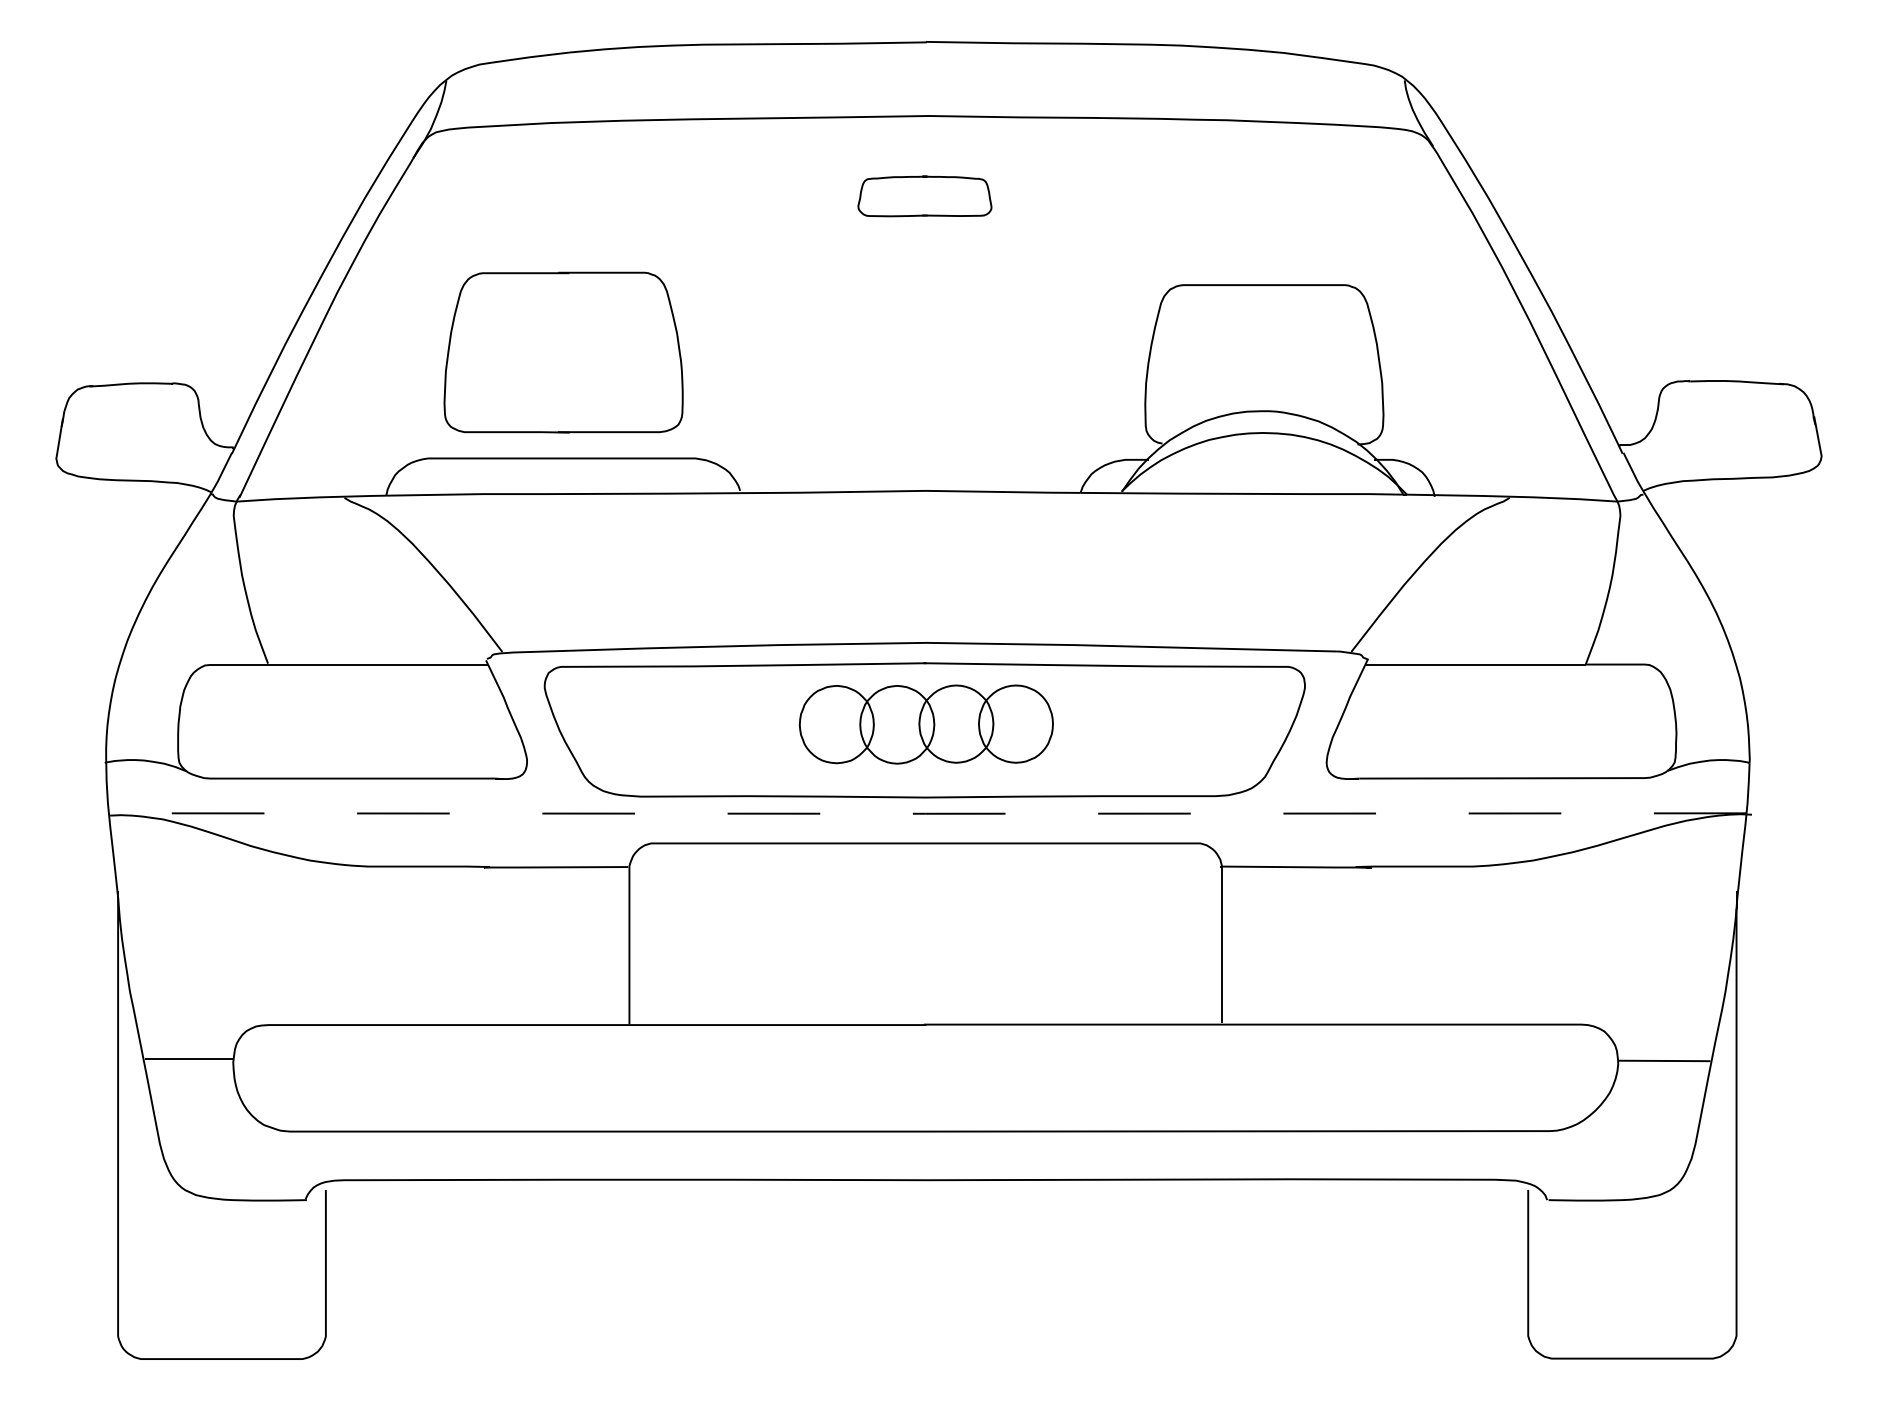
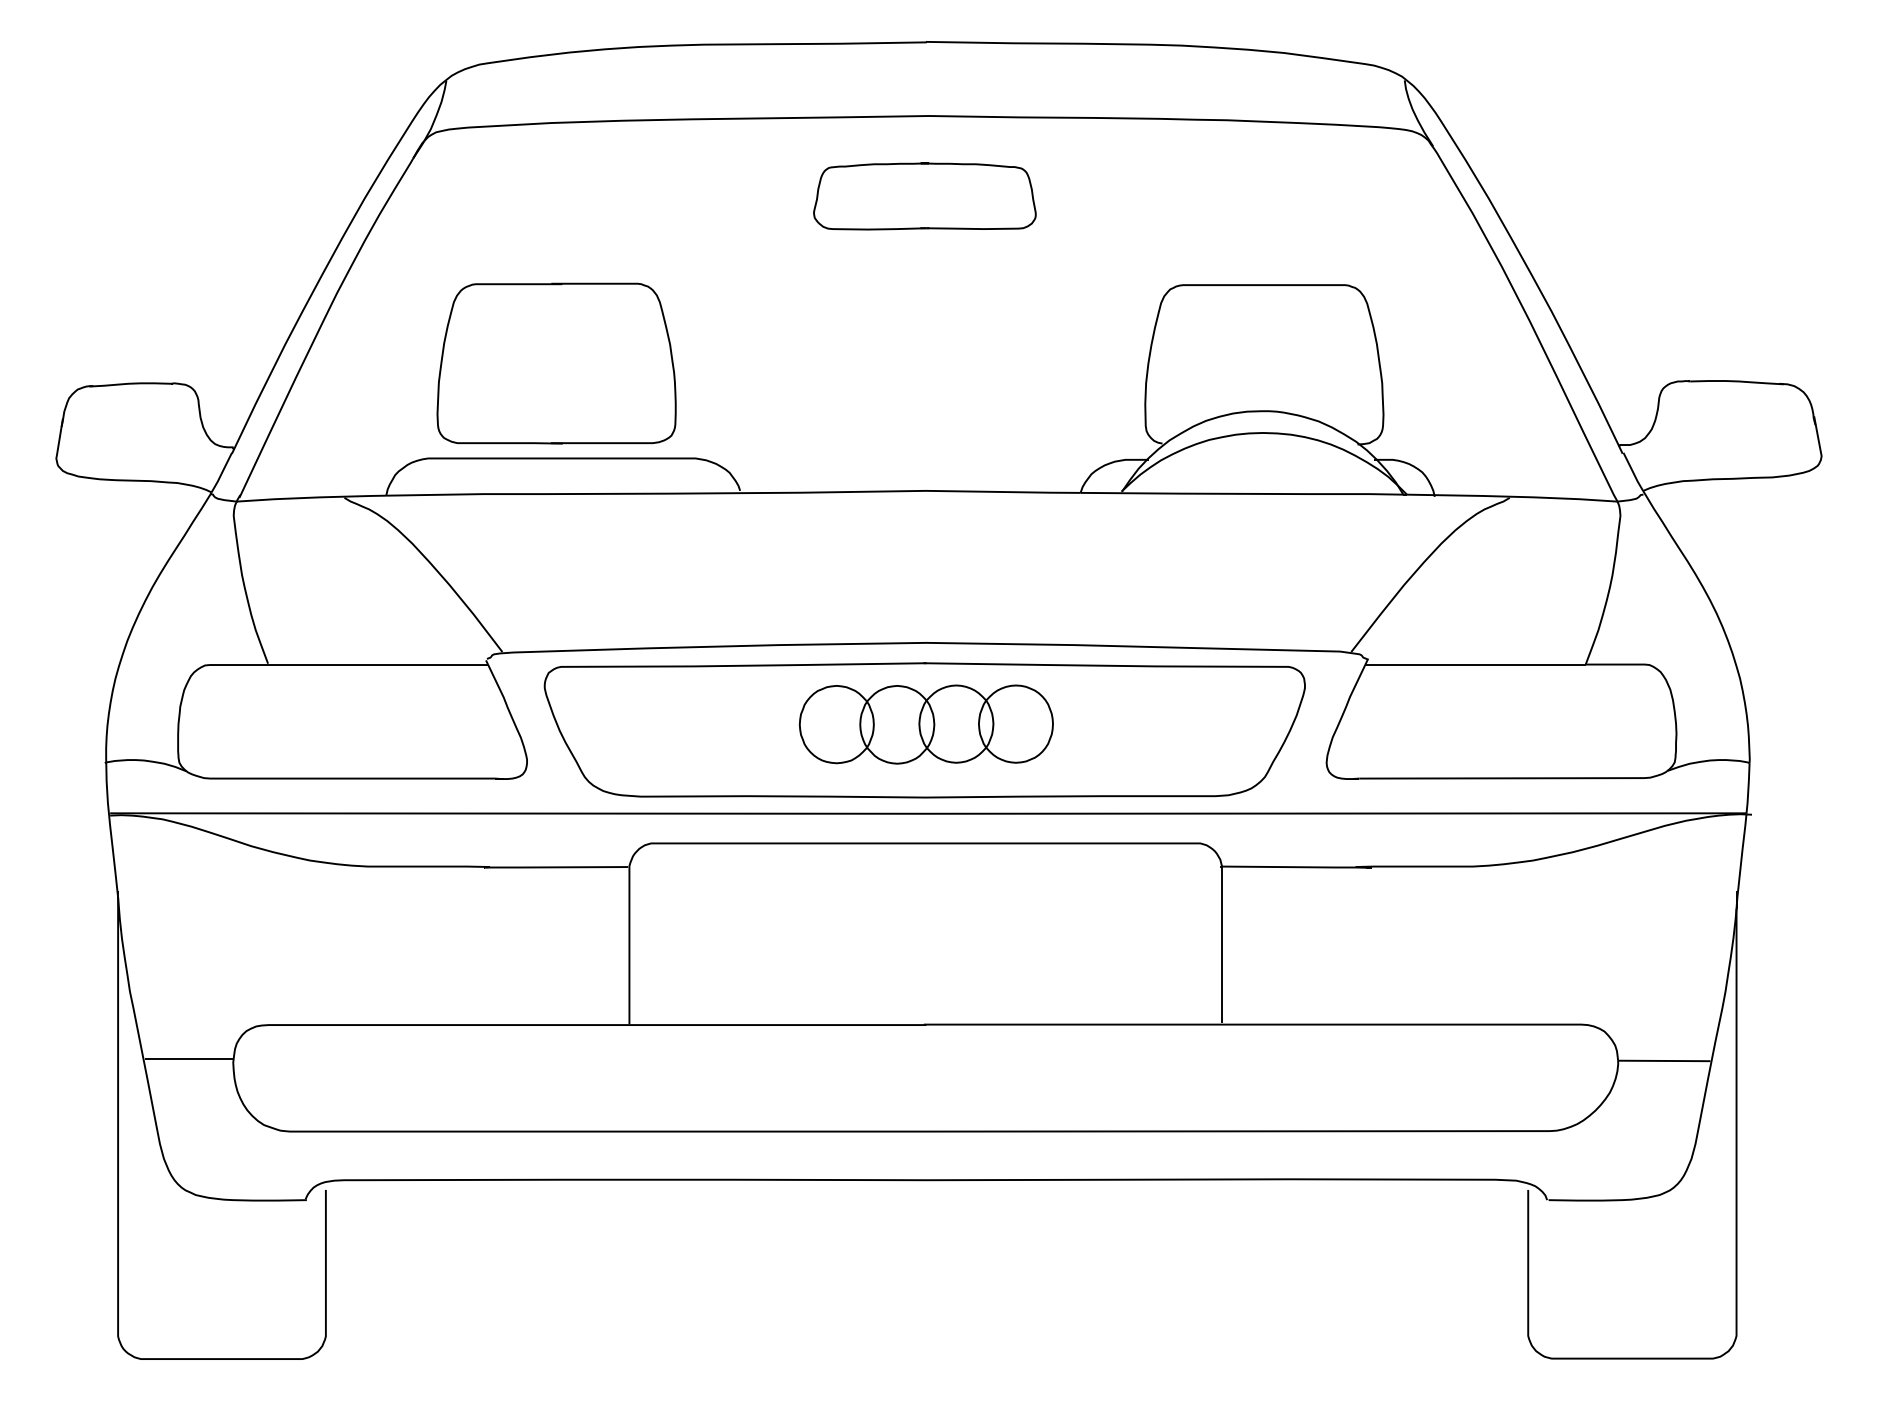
part at (924, 196) size: 136x43 px -> 224x69 px
part at (563, 352) position: (563, 352) -> (556, 363)
line at (928, 813): dashed -> solid
